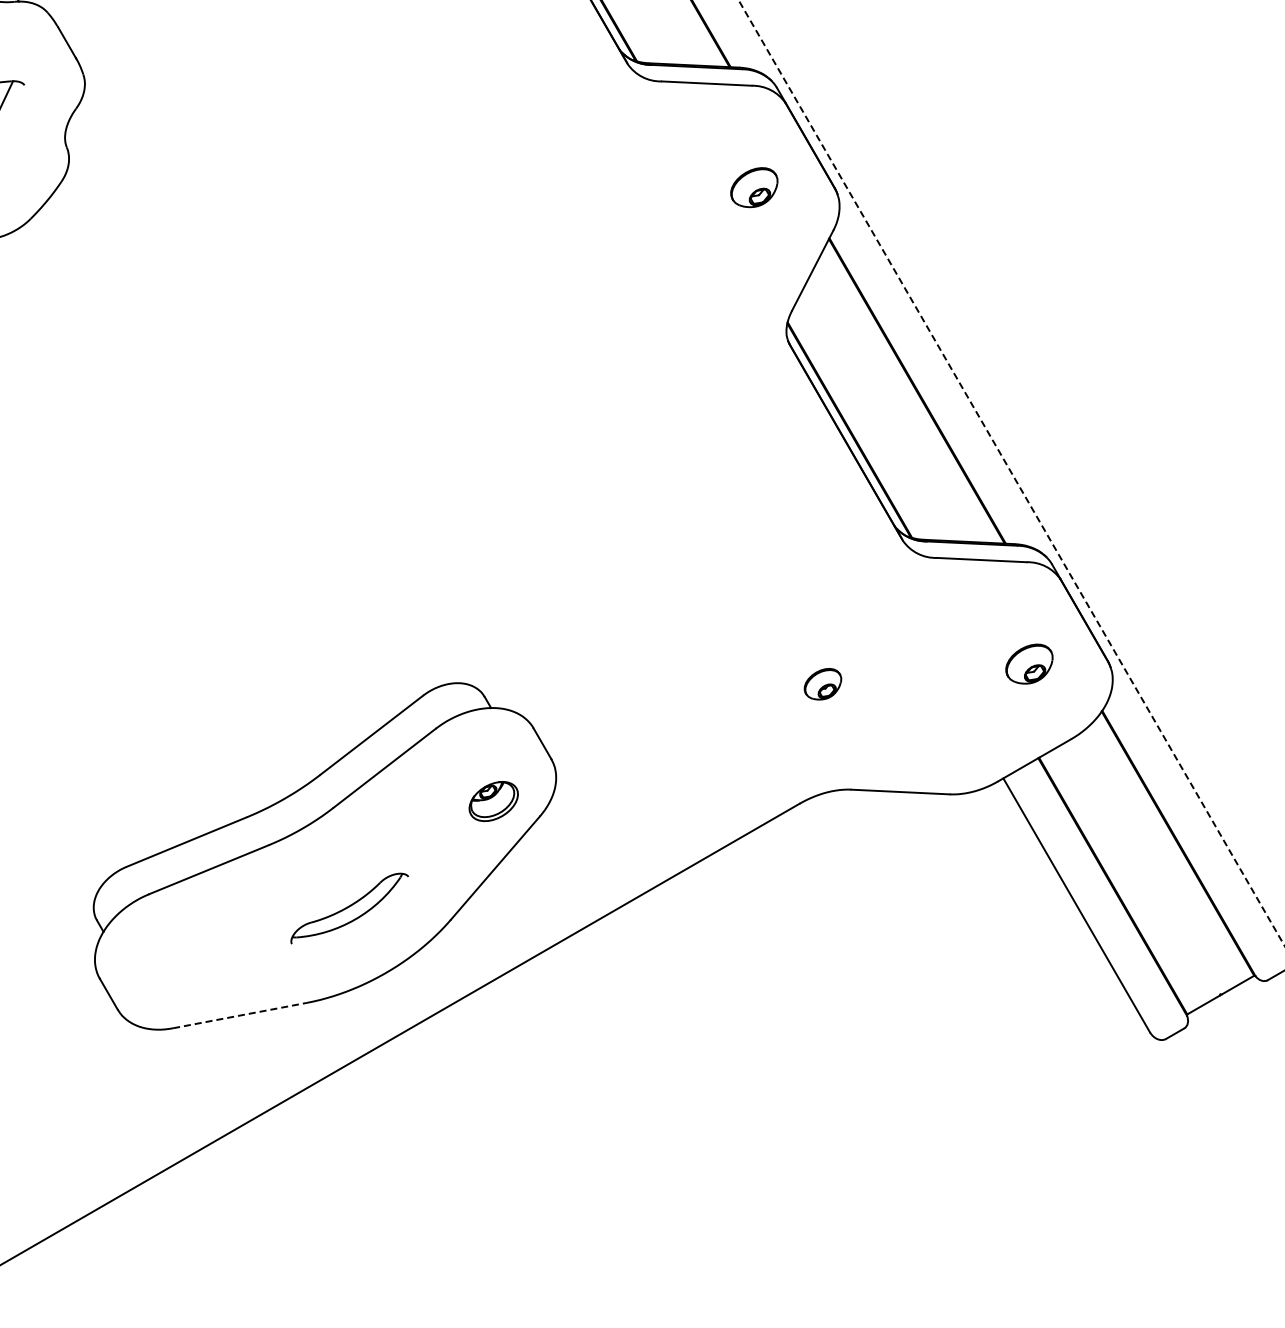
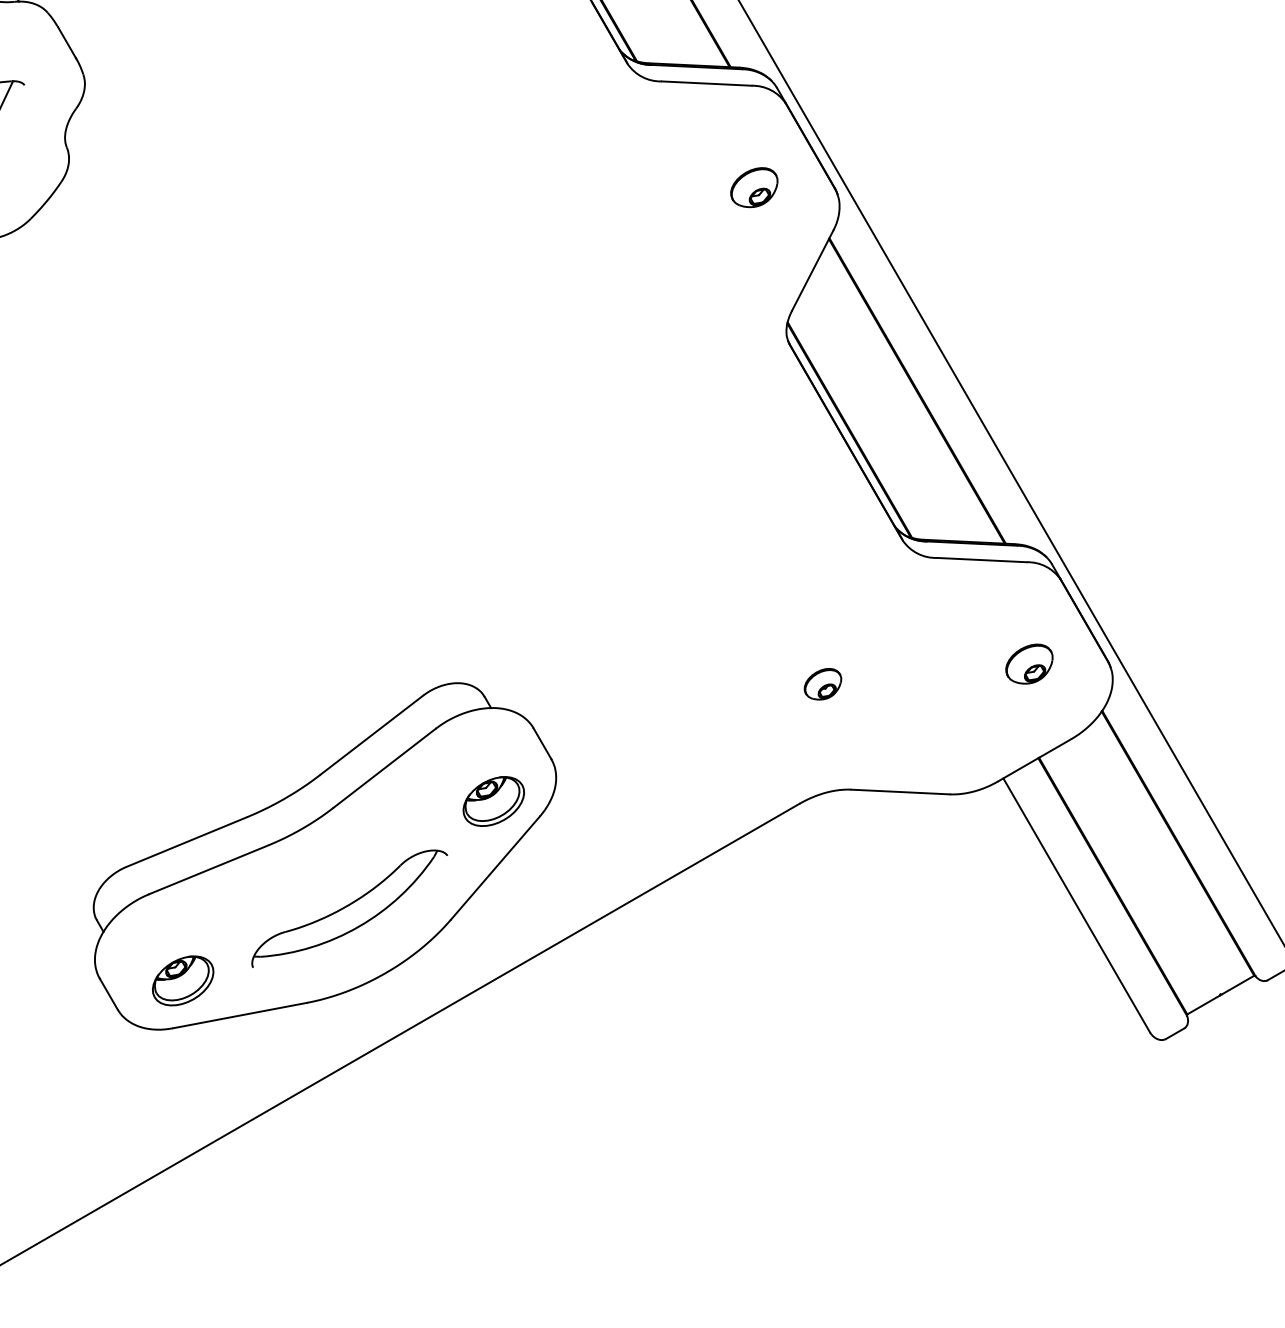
line at (1011, 473): dashed -> solid
part at (493, 801) size: 51x41 px -> 63x51 px
part at (349, 908) size: 120x73 px -> 198x119 px
part at (183, 980): none -> present
line at (240, 1015): dashed -> solid
